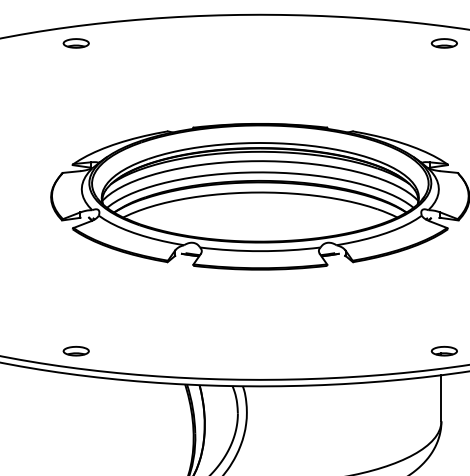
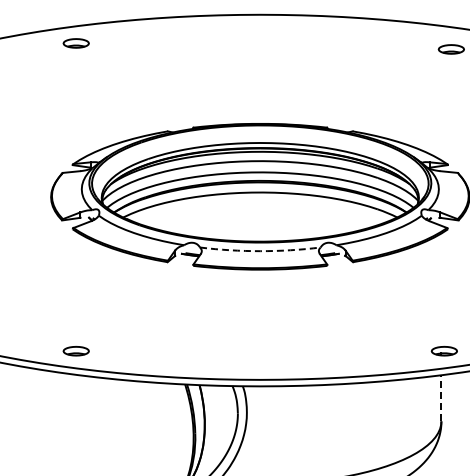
part at (443, 43) position: (443, 43) -> (450, 49)
arc at (260, 251): solid -> dashed
line at (441, 397): solid -> dashed
